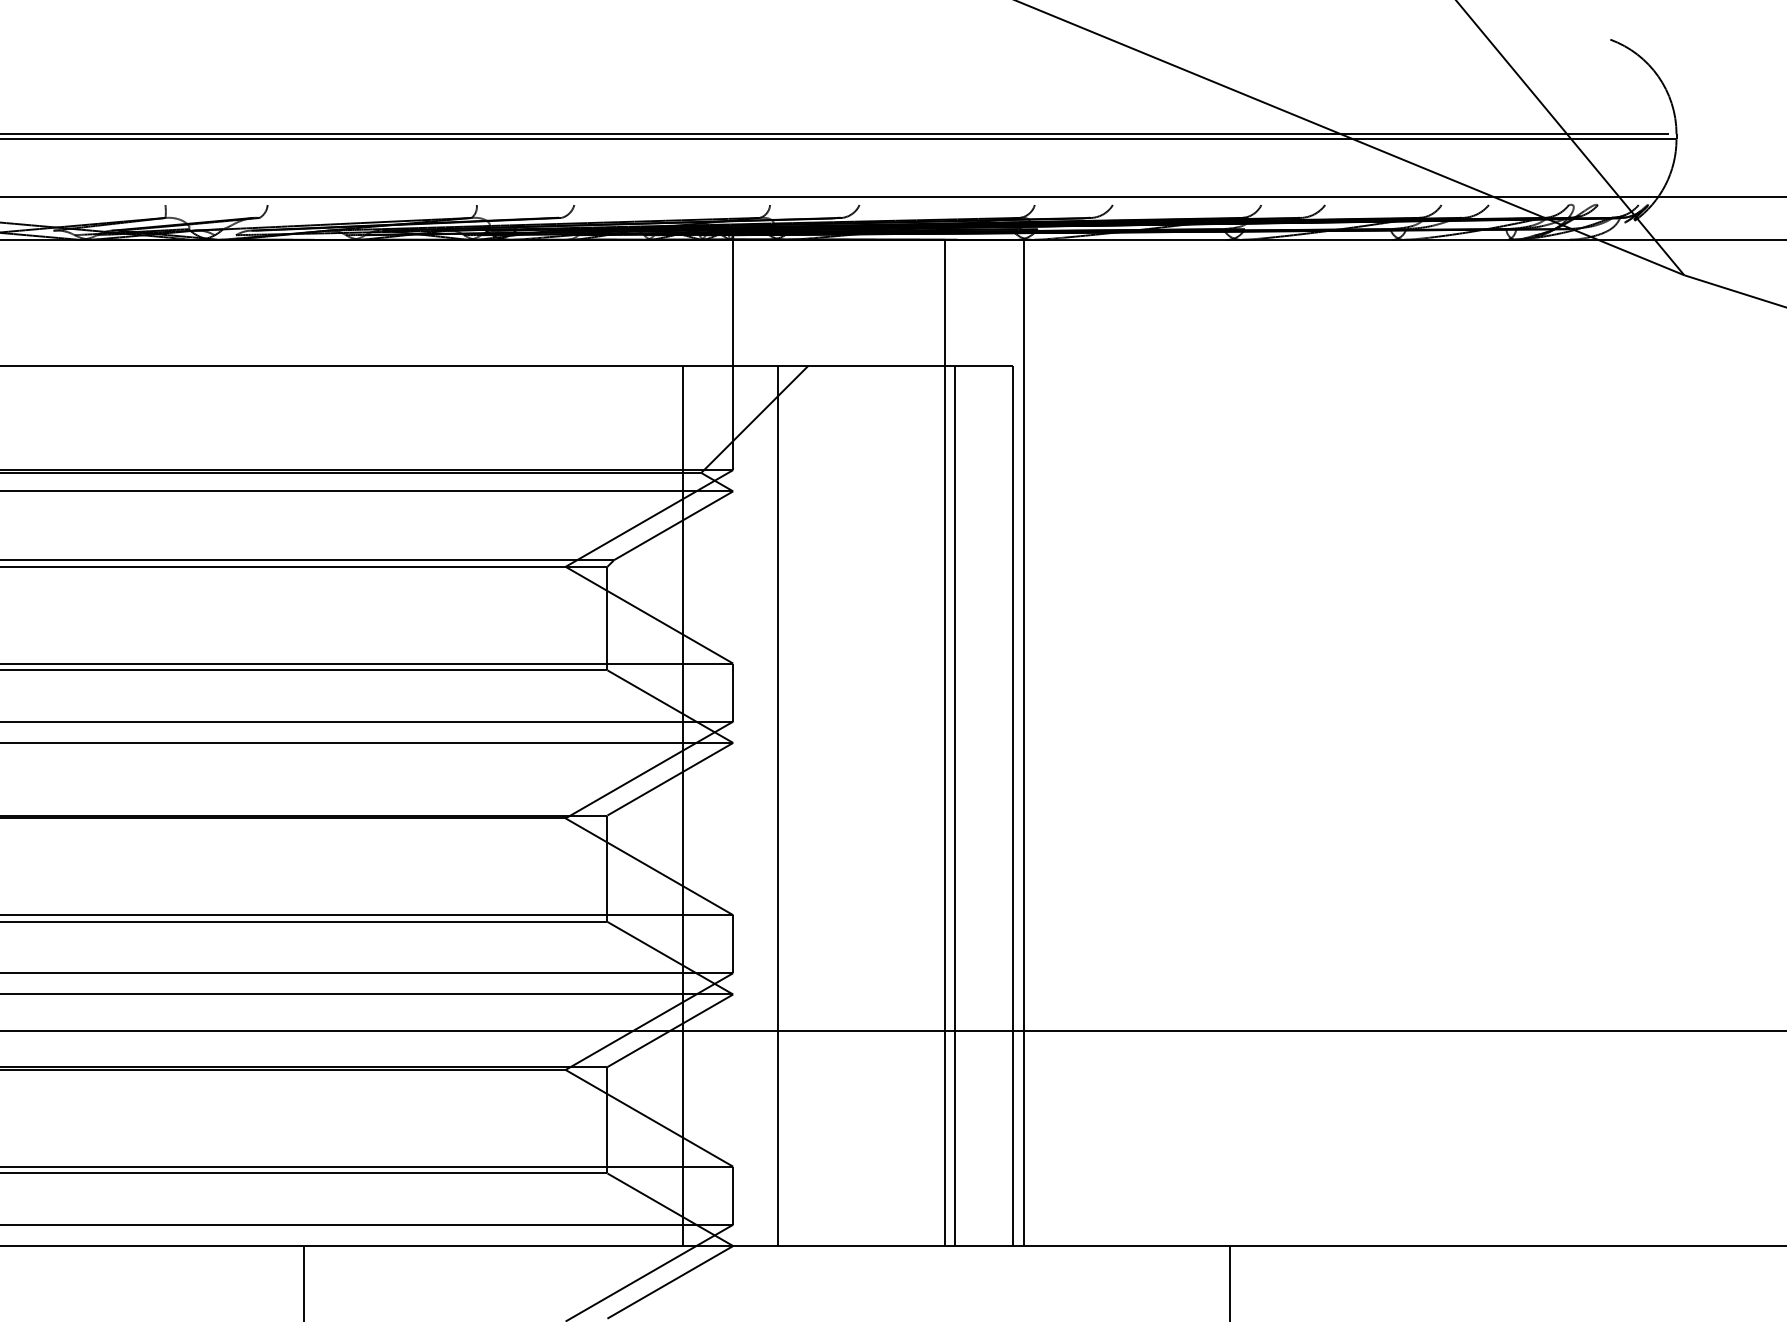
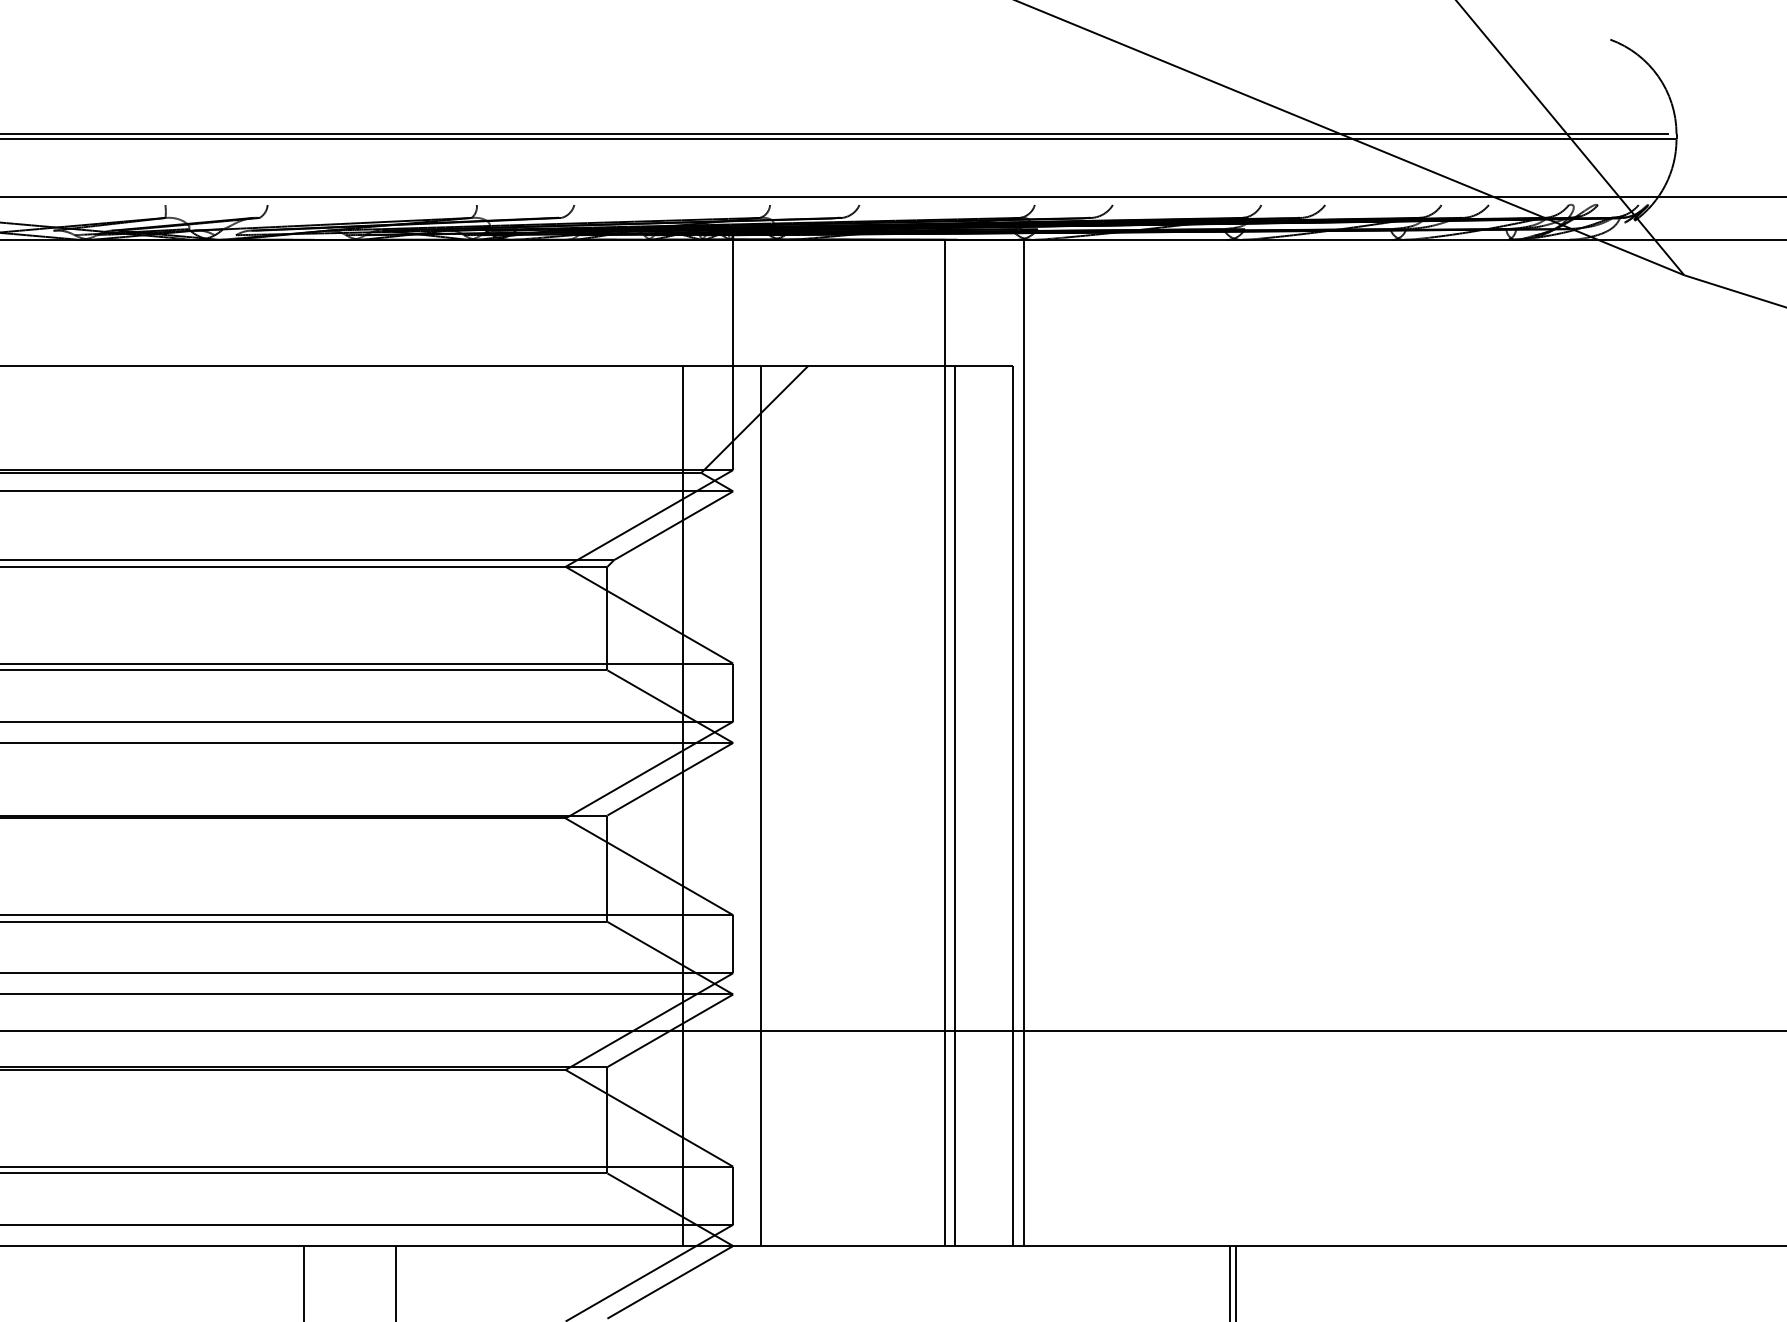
line at (777, 805) position: (777, 805) -> (760, 805)
line at (396, 1282): none -> present
line at (1236, 1282): none -> present
